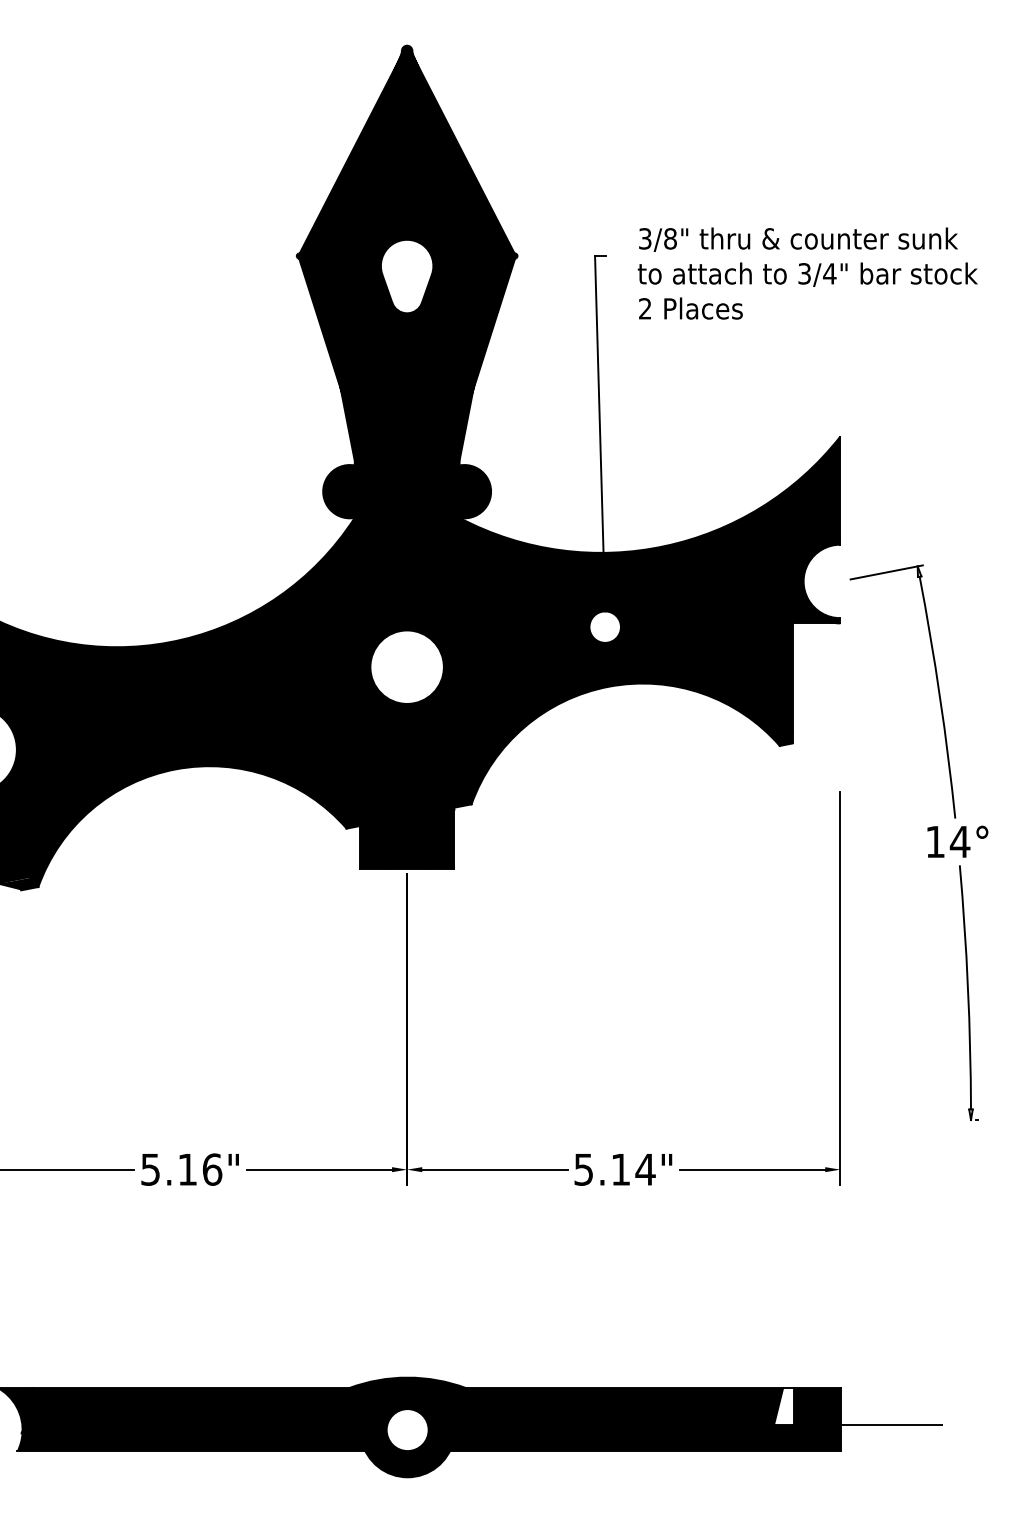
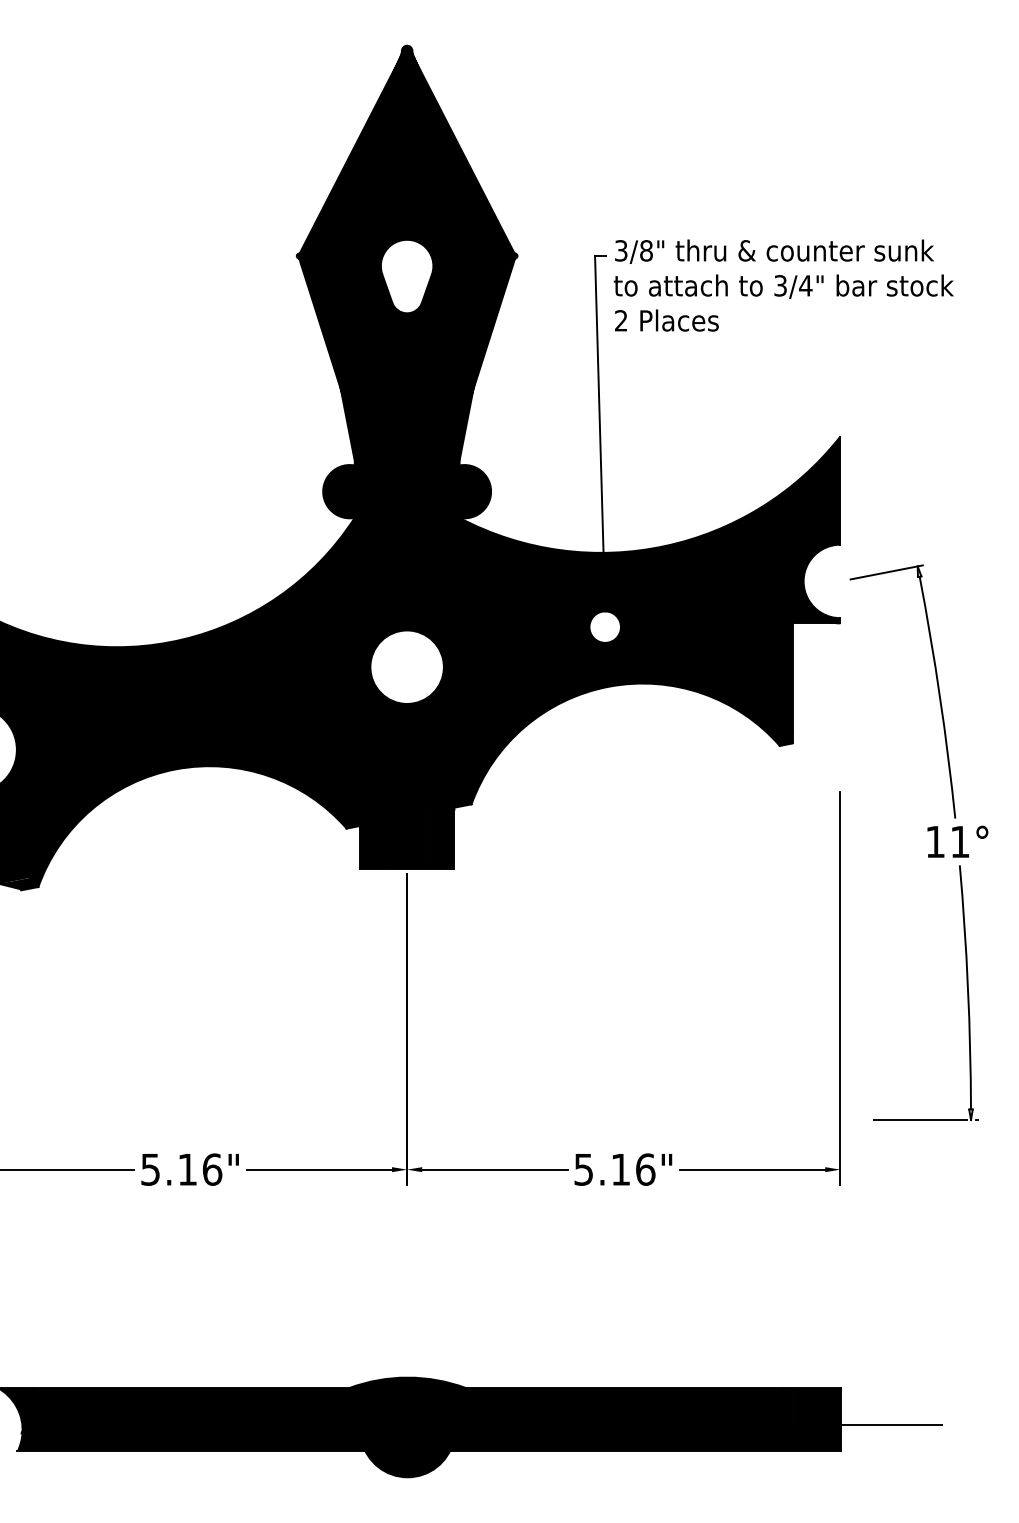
text at (807, 273) position: (807, 273) -> (783, 285)
text at (959, 841): 14° -> 11°
line at (920, 1120): none -> present
text at (645, 1169): 5.14" -> 5.16"
fill at (783, 1406): none -> present
fill at (407, 1430): none -> present
